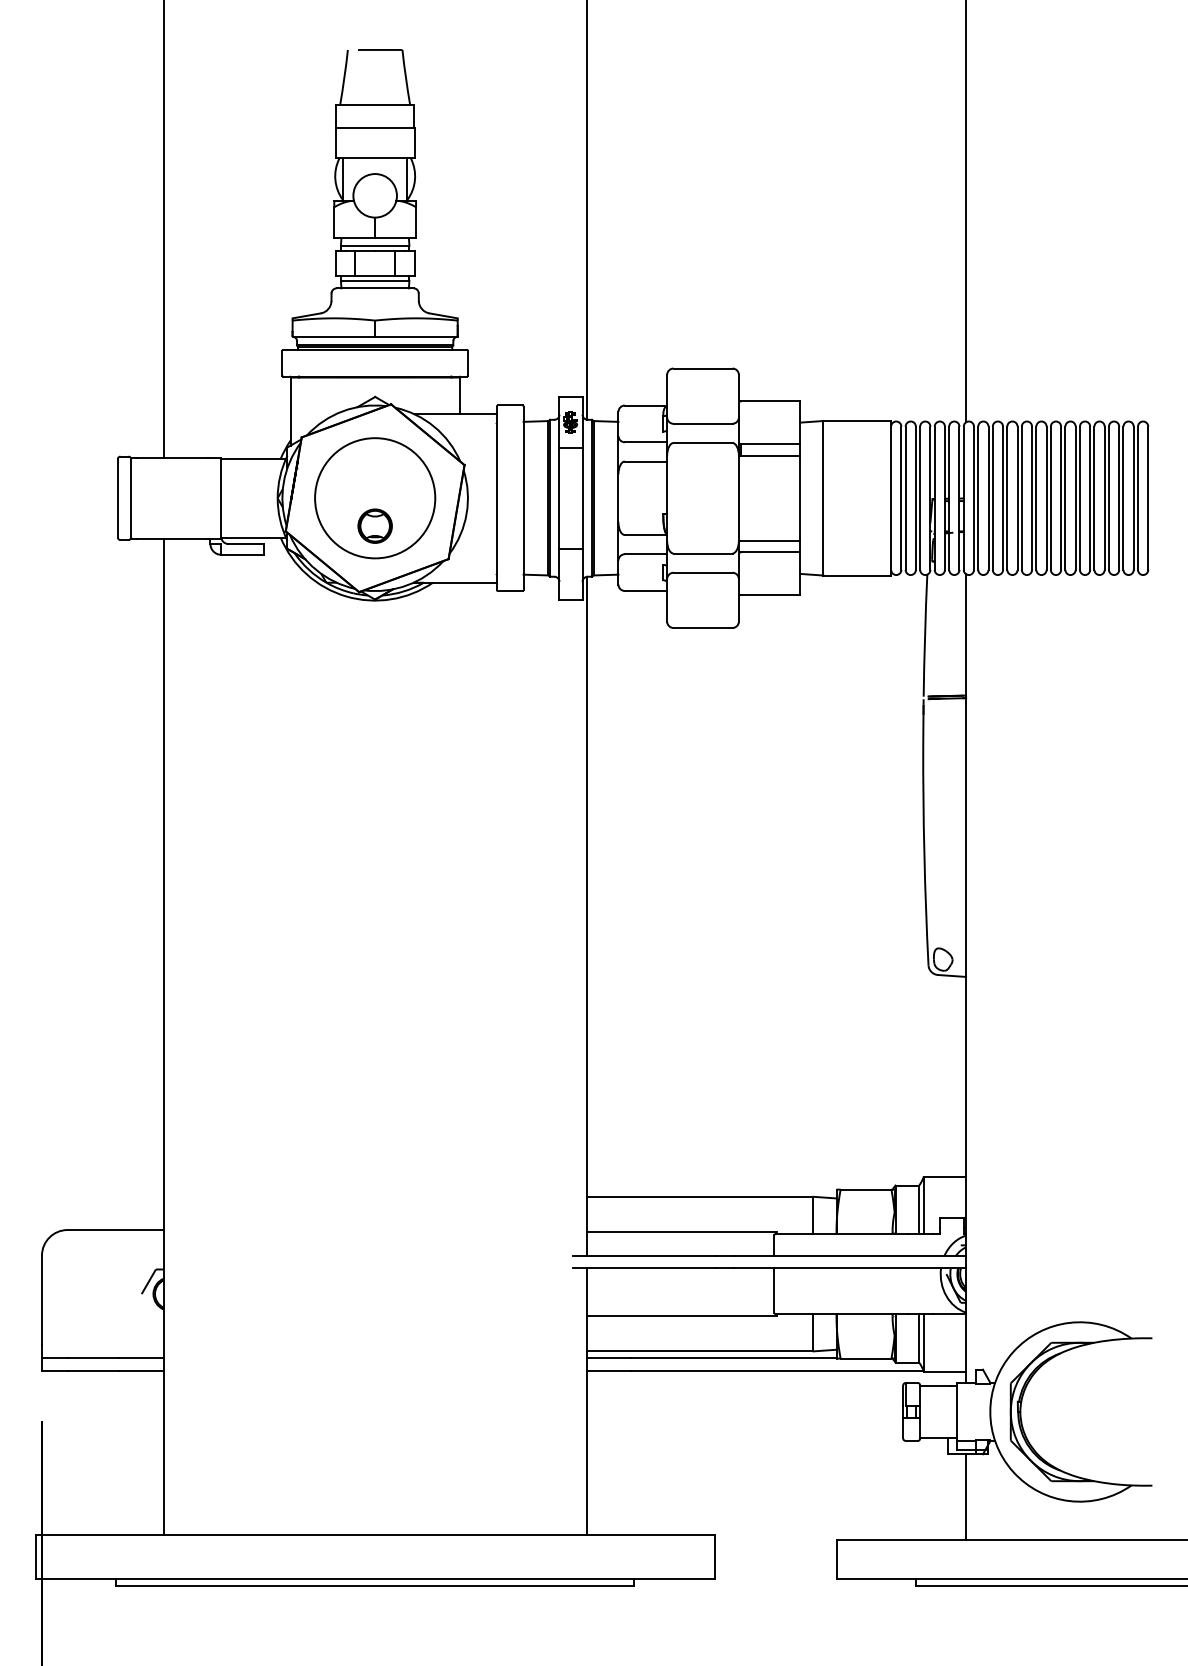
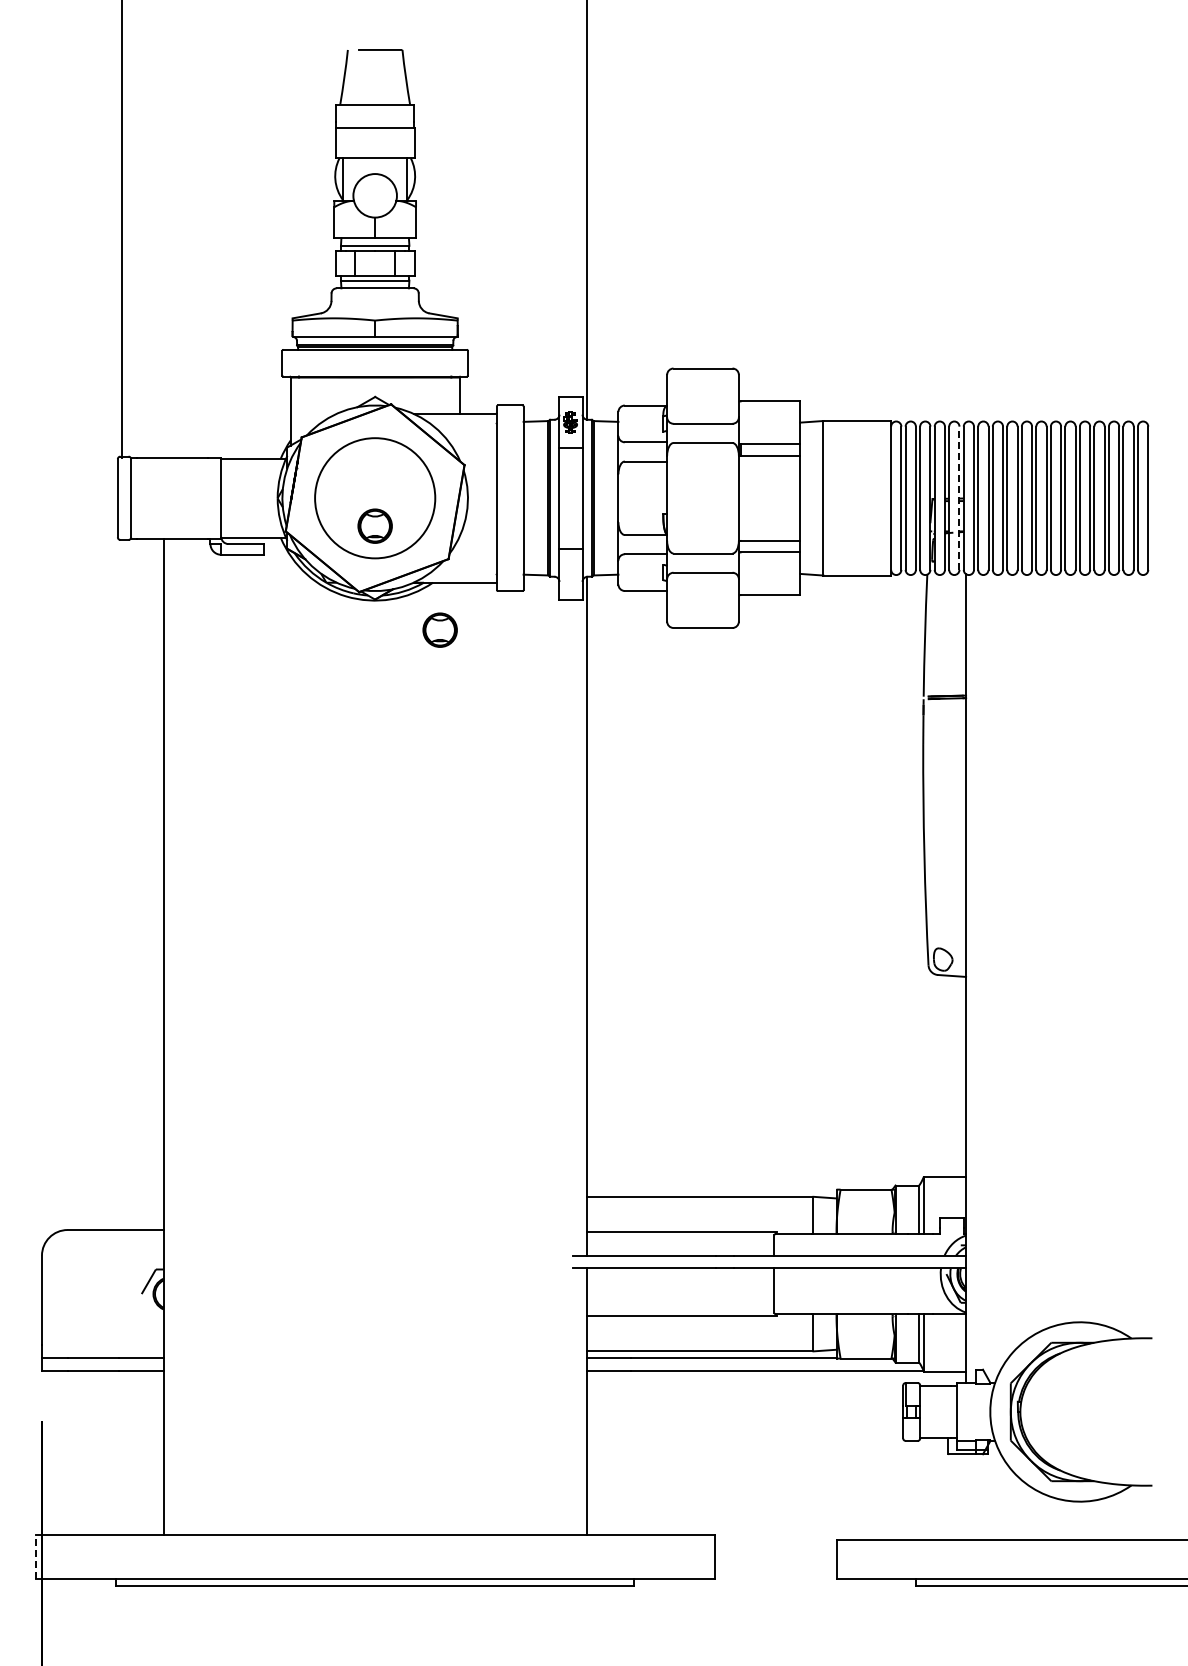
line at (966, 212): present -> none
line at (163, 229) position: (163, 229) -> (121, 229)
line at (959, 498): solid -> dashed
part at (439, 629): none -> present
line at (966, 1497): present -> none
line at (35, 1556): solid -> dashed
